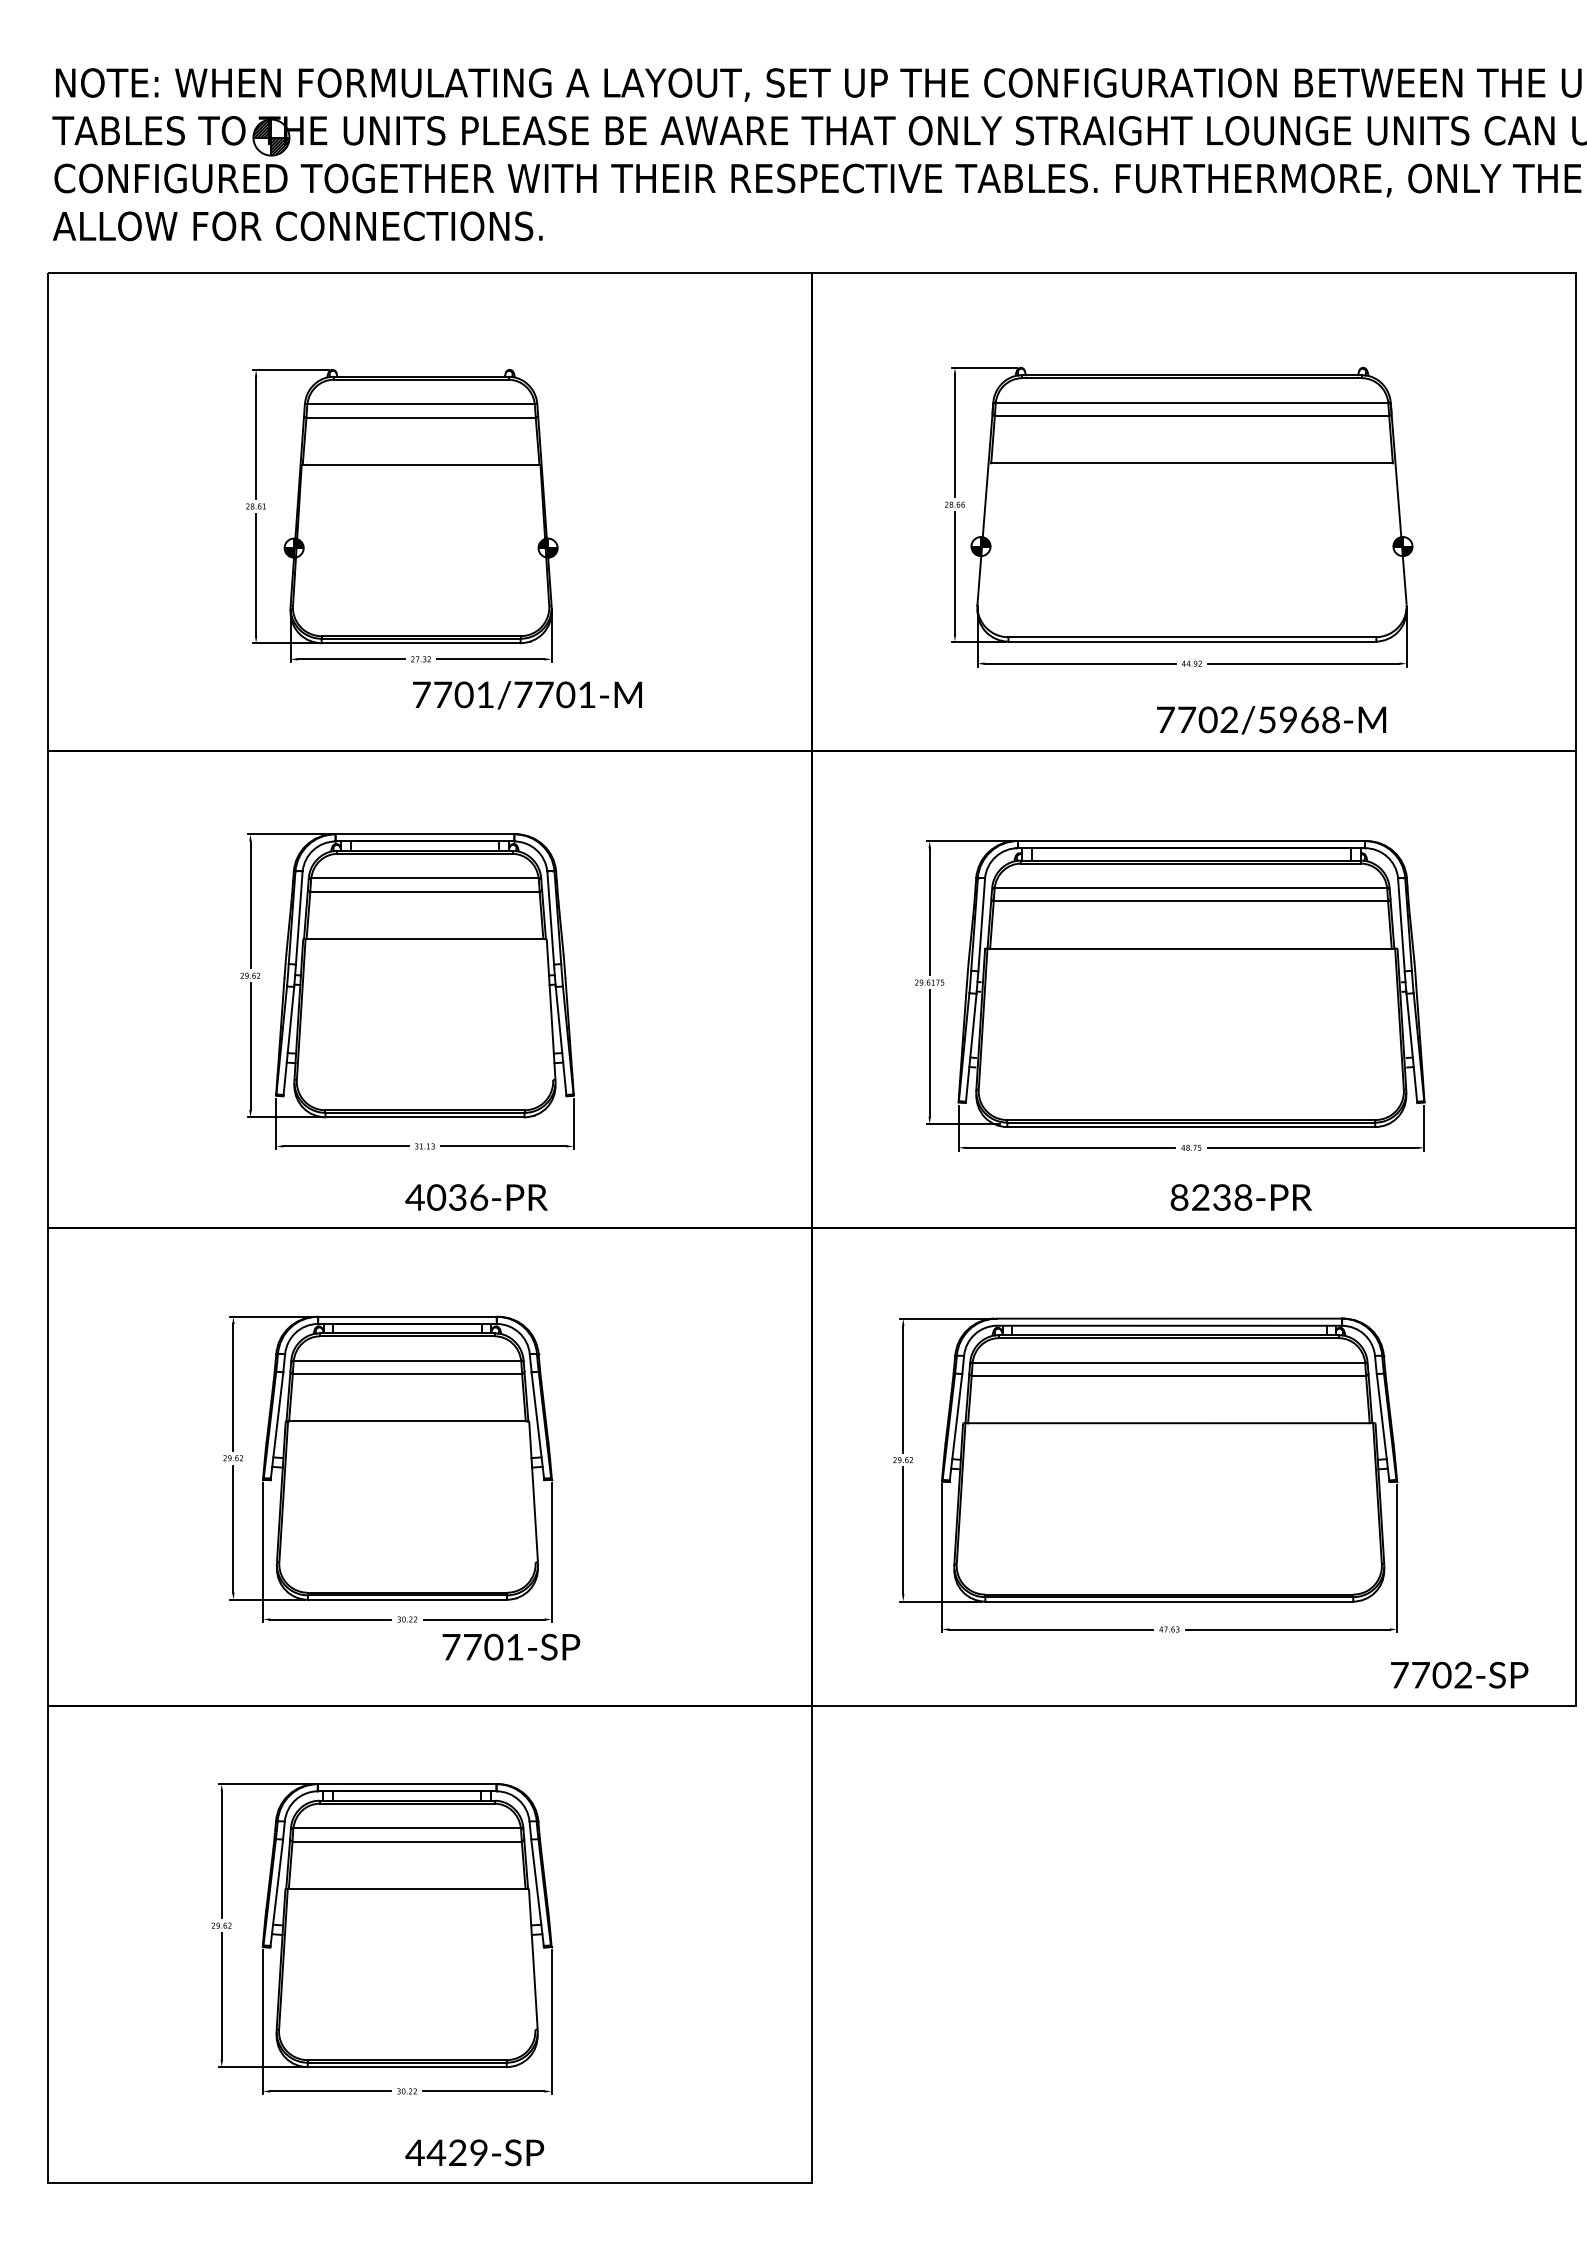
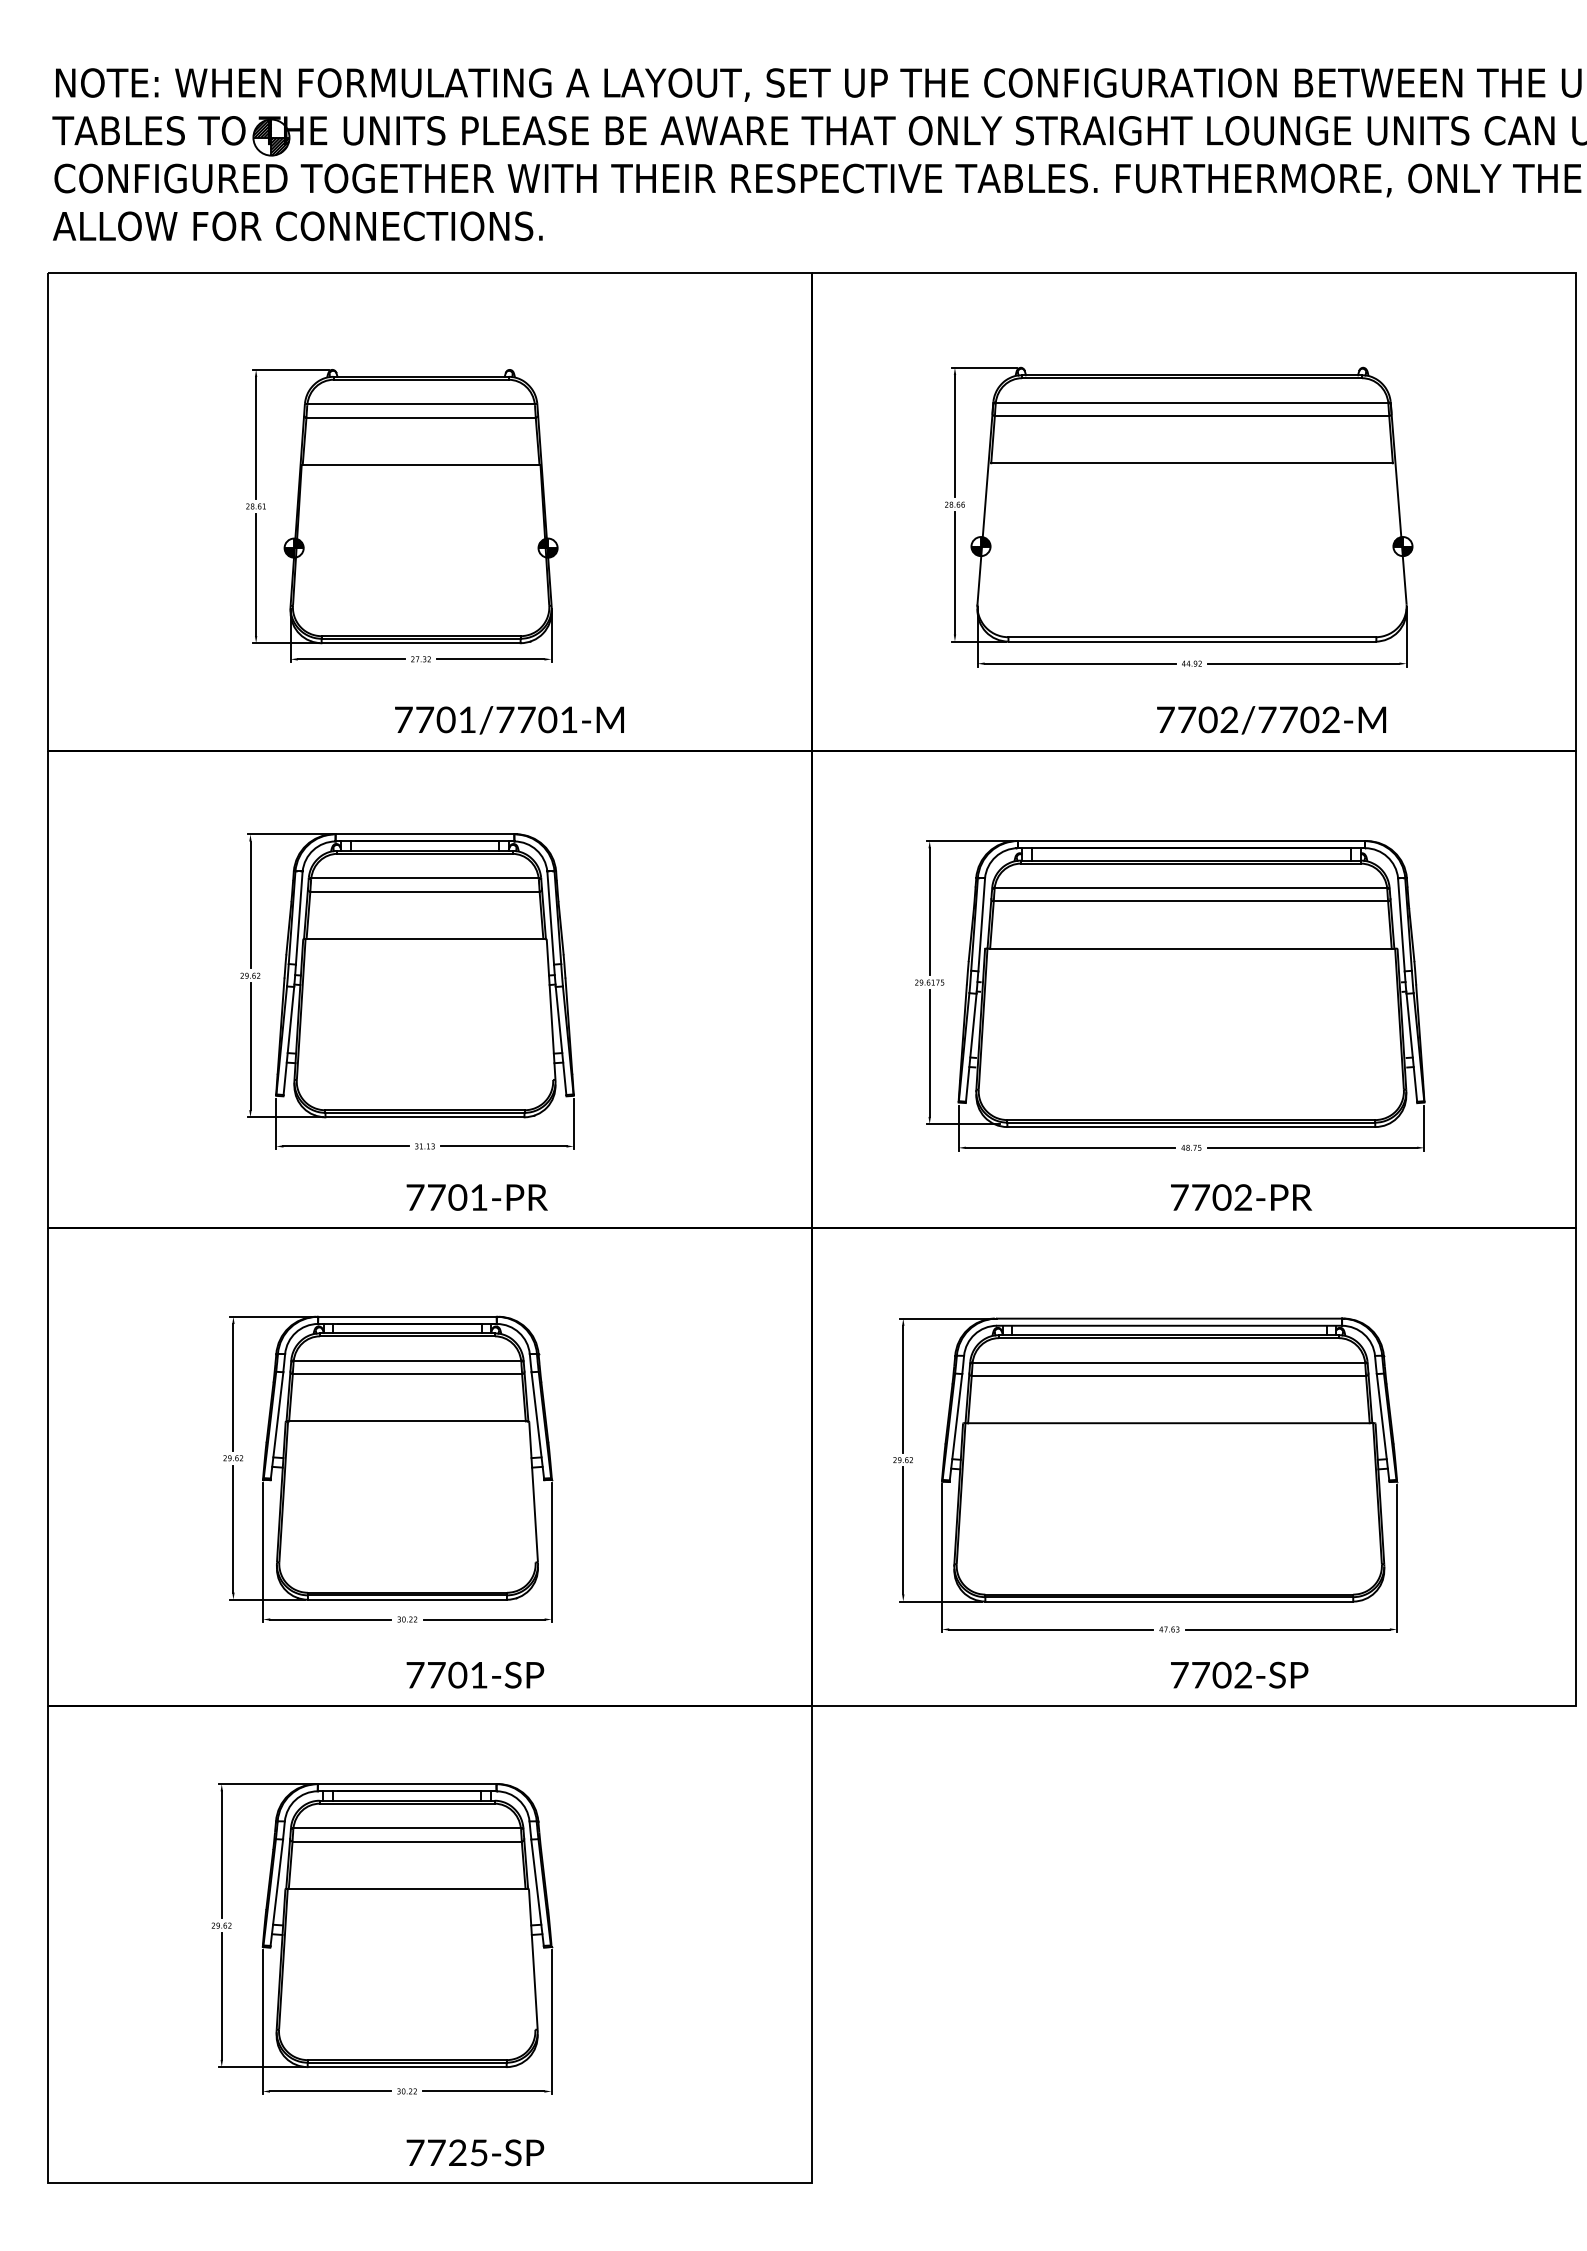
text at (527, 695) position: (527, 695) -> (509, 720)
text at (1298, 719): 7702/5968-M -> 7702/7702-M
text at (446, 1197): 4036-PR -> 7701-PR
text at (1211, 1197): 8238-PR -> 7702-PR
text at (511, 1646) position: (511, 1646) -> (475, 1674)
text at (1459, 1674) position: (1459, 1674) -> (1239, 1674)
text at (446, 2152): 4429-SP -> 7725-SP
